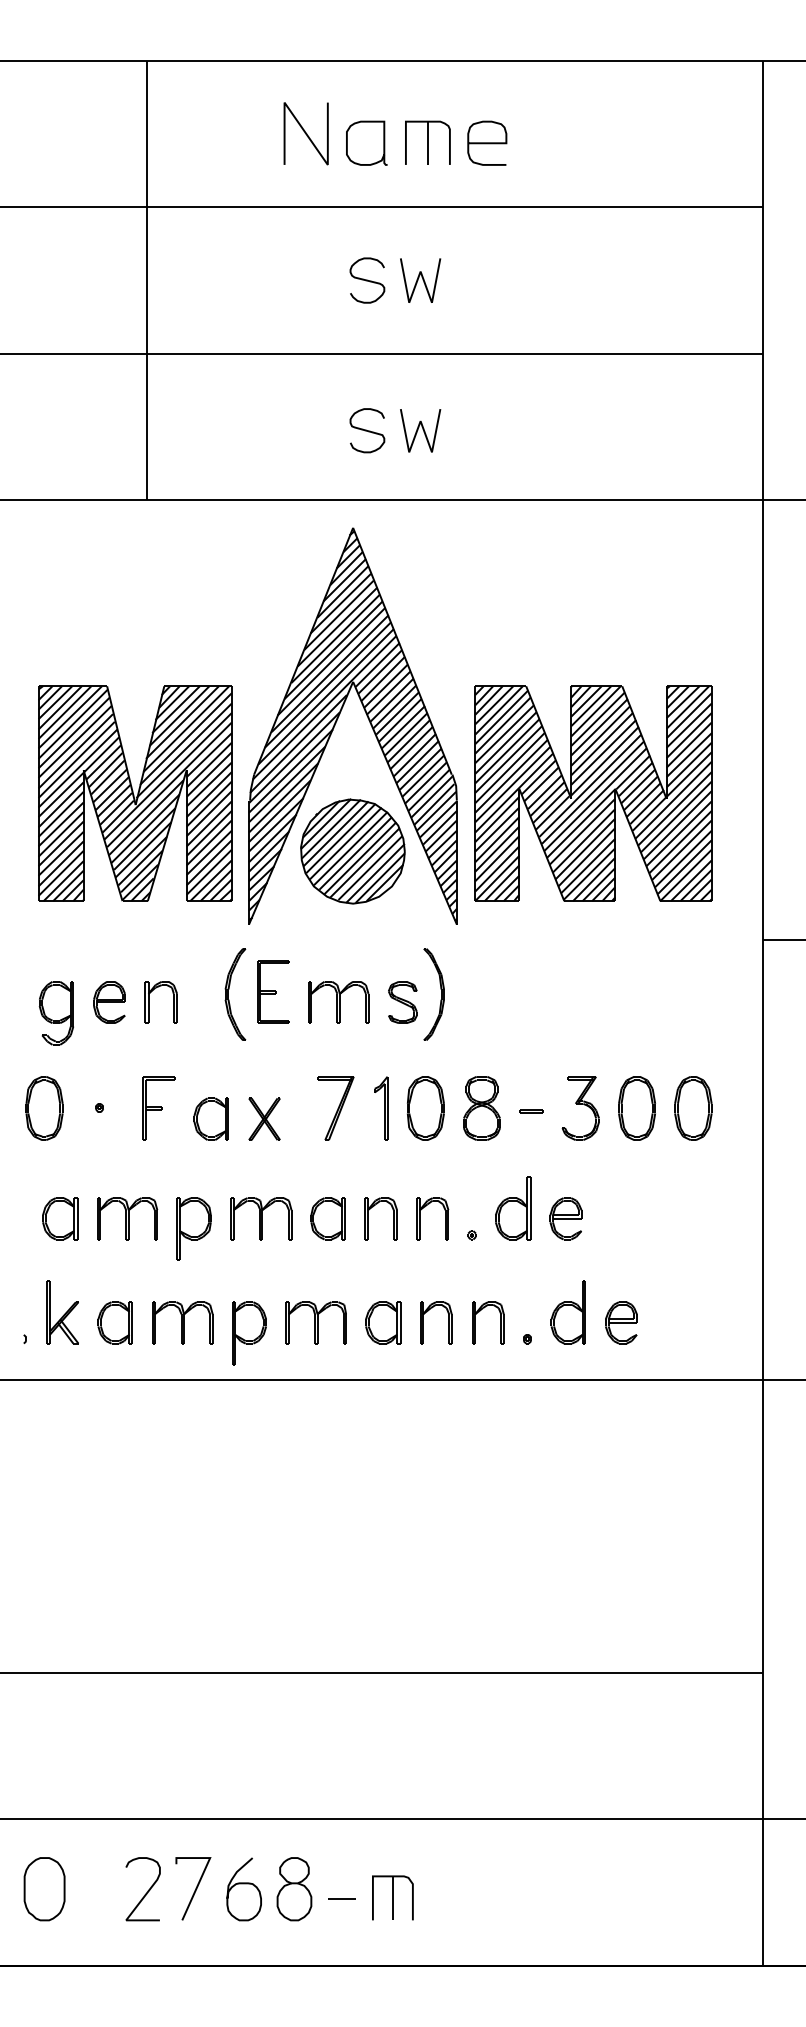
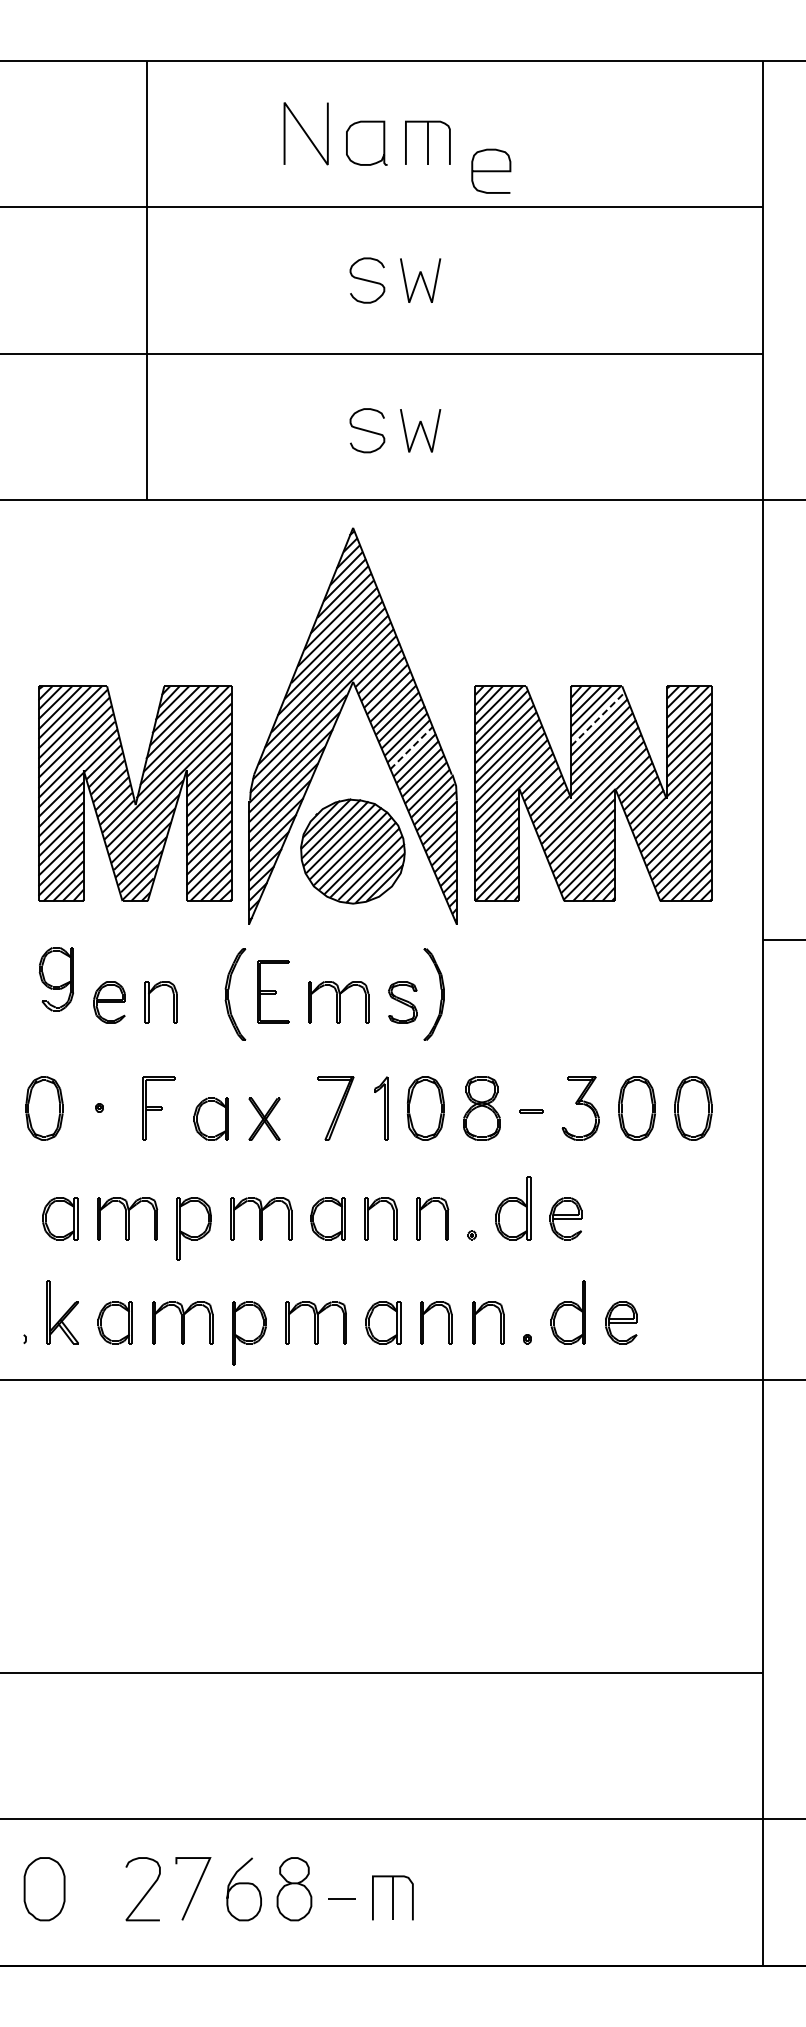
curve at (487, 142) position: (487, 142) -> (491, 170)
line at (598, 719): solid -> dashed
line at (411, 747): solid -> dashed
part at (55, 1013) position: (55, 1013) -> (55, 979)
